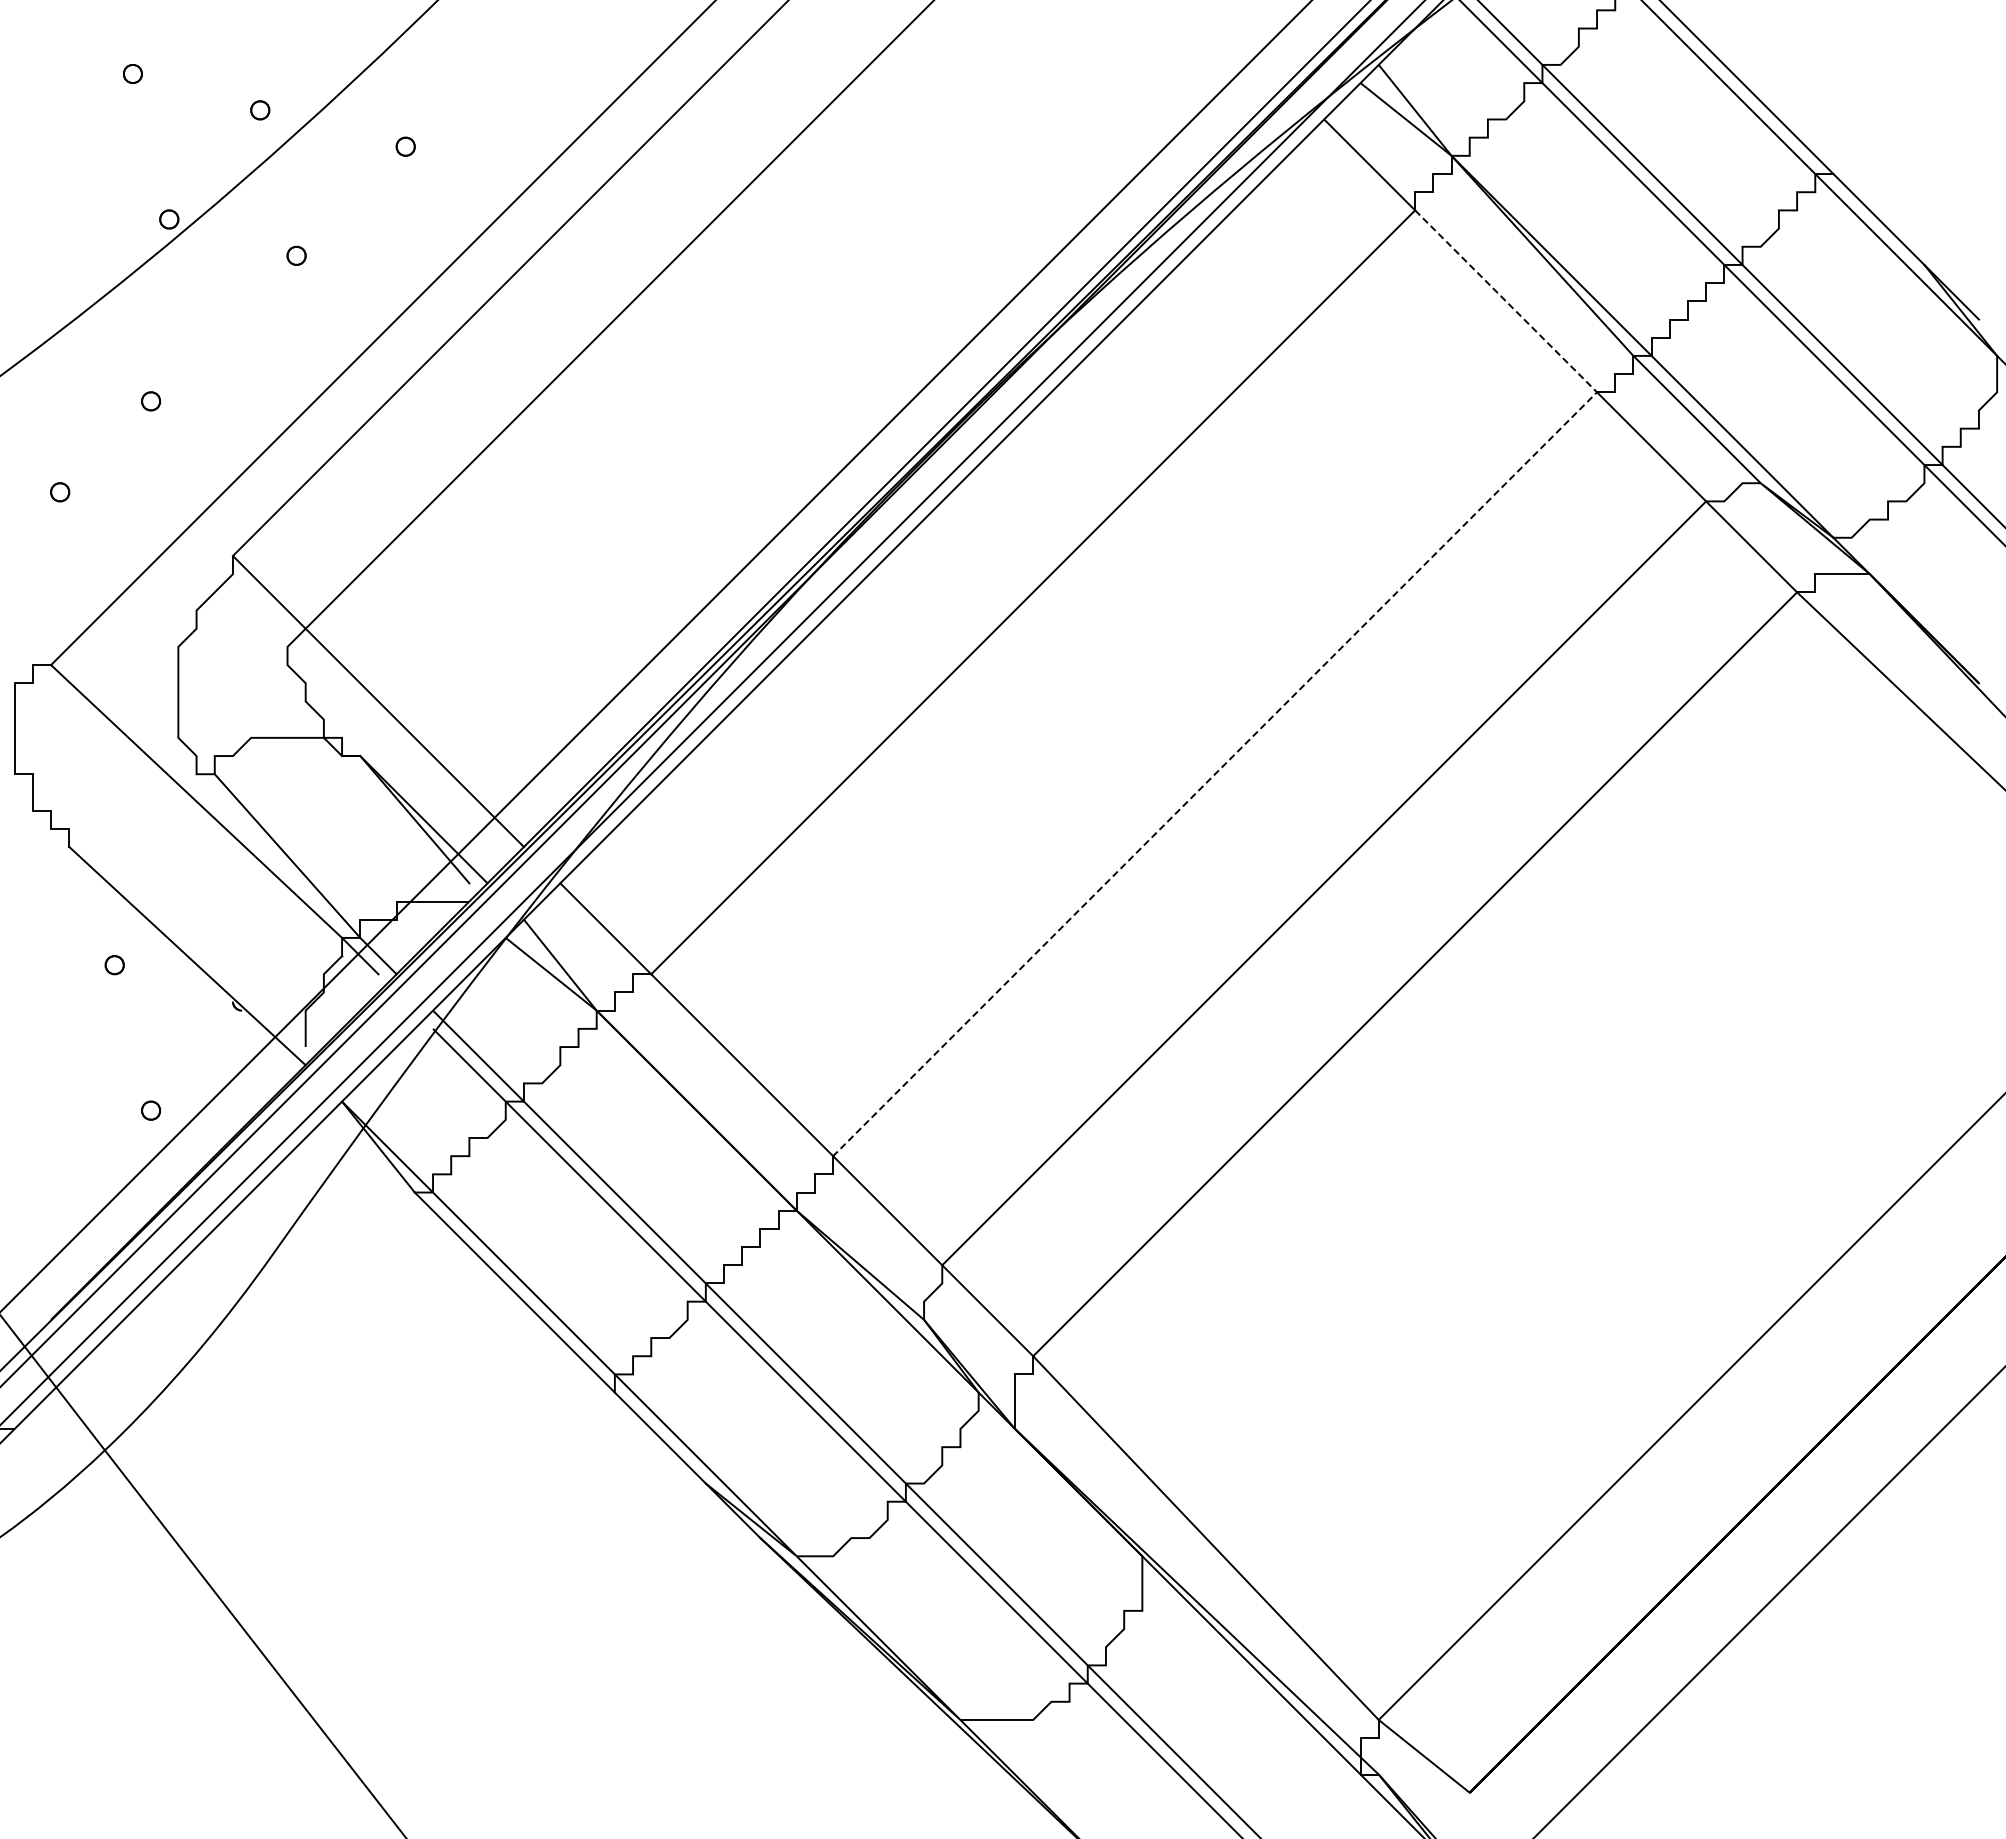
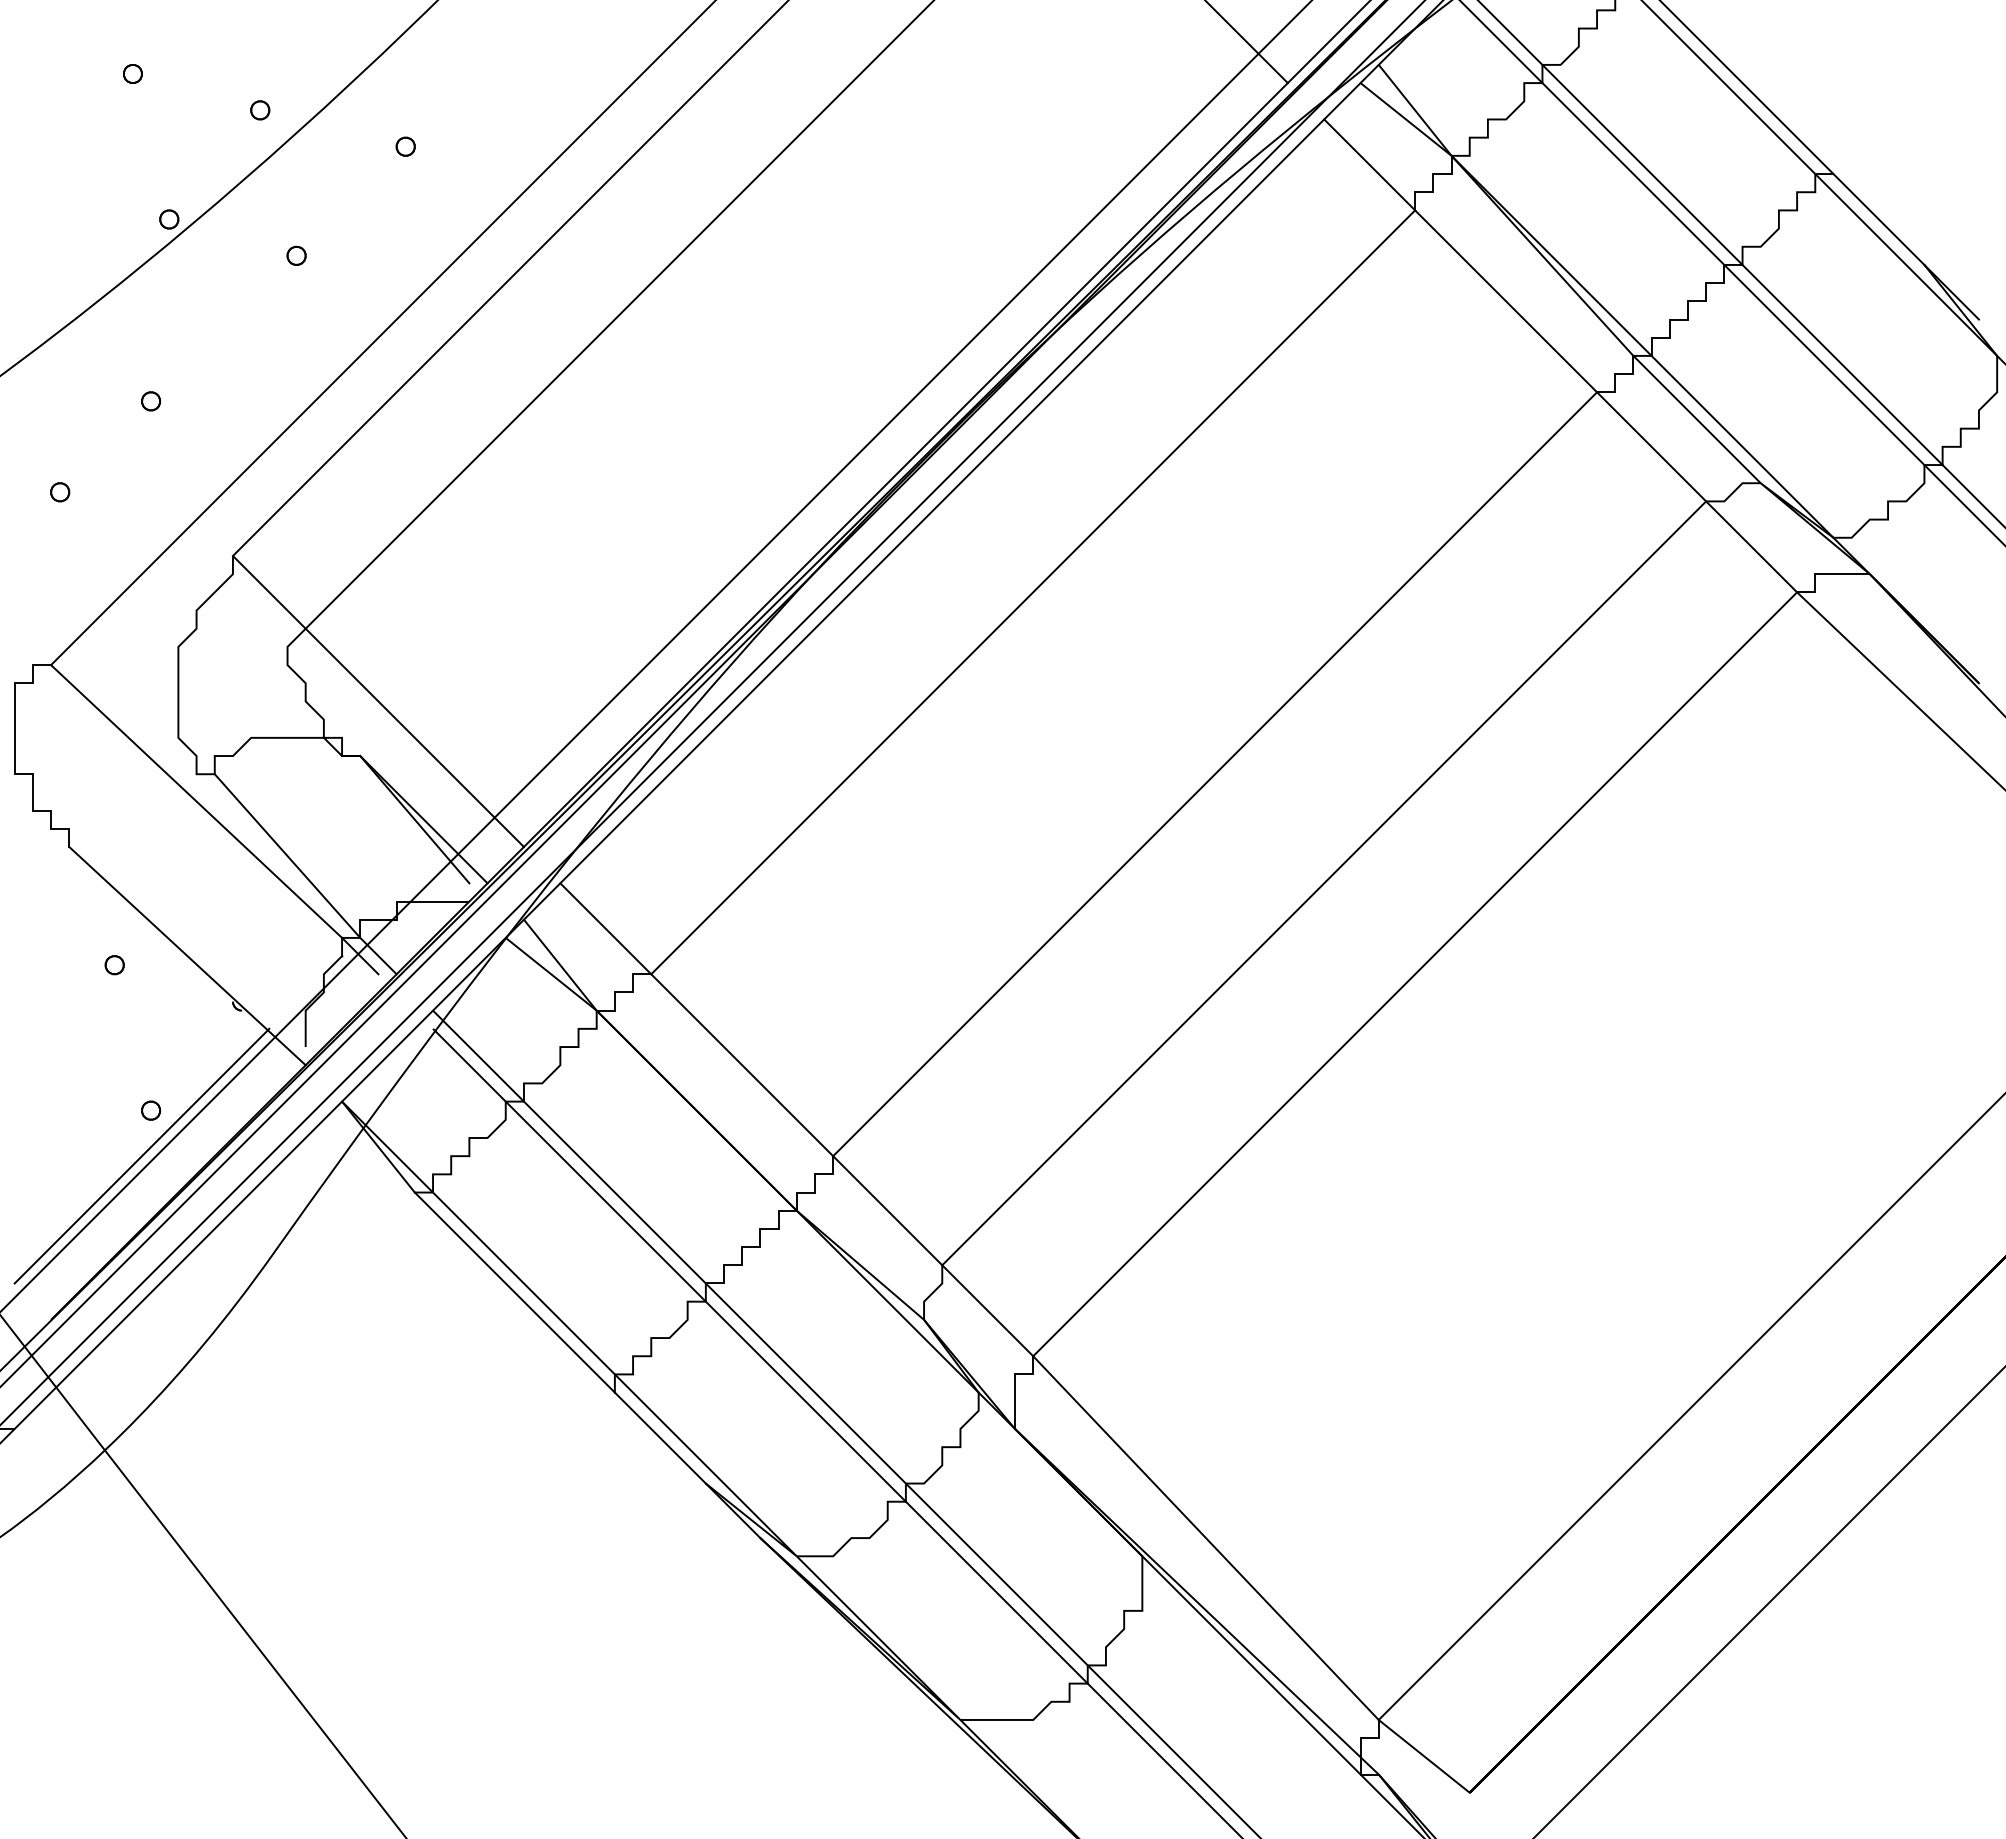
line at (1247, 42): none -> present
line at (1306, 682): dashed -> solid
line at (141, 1155): none -> present
